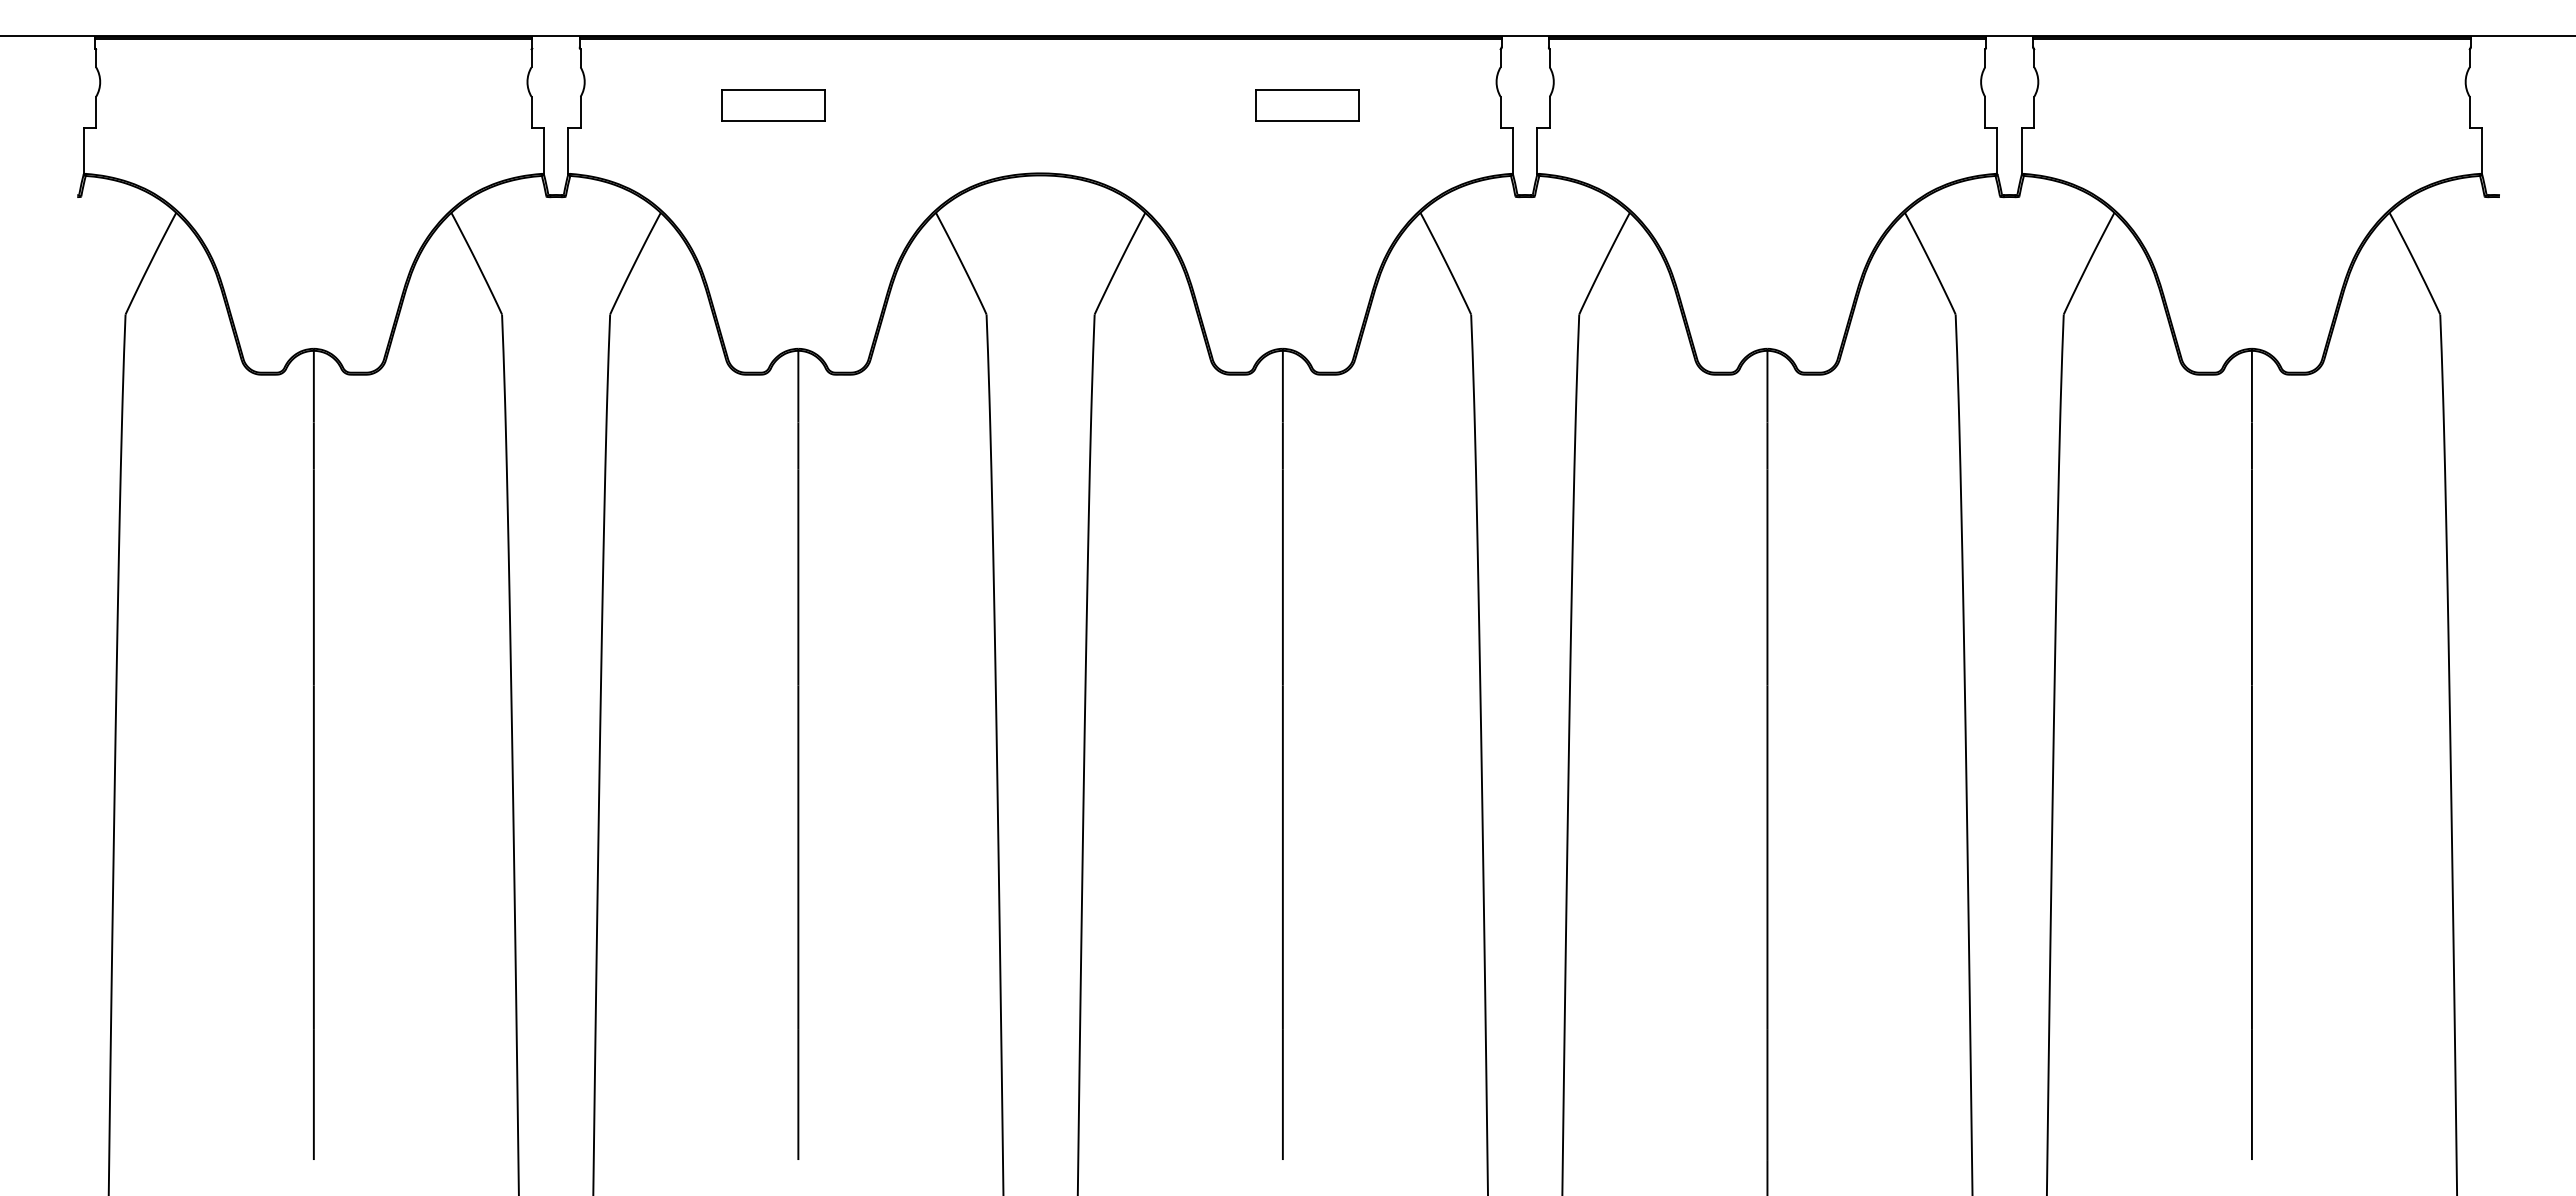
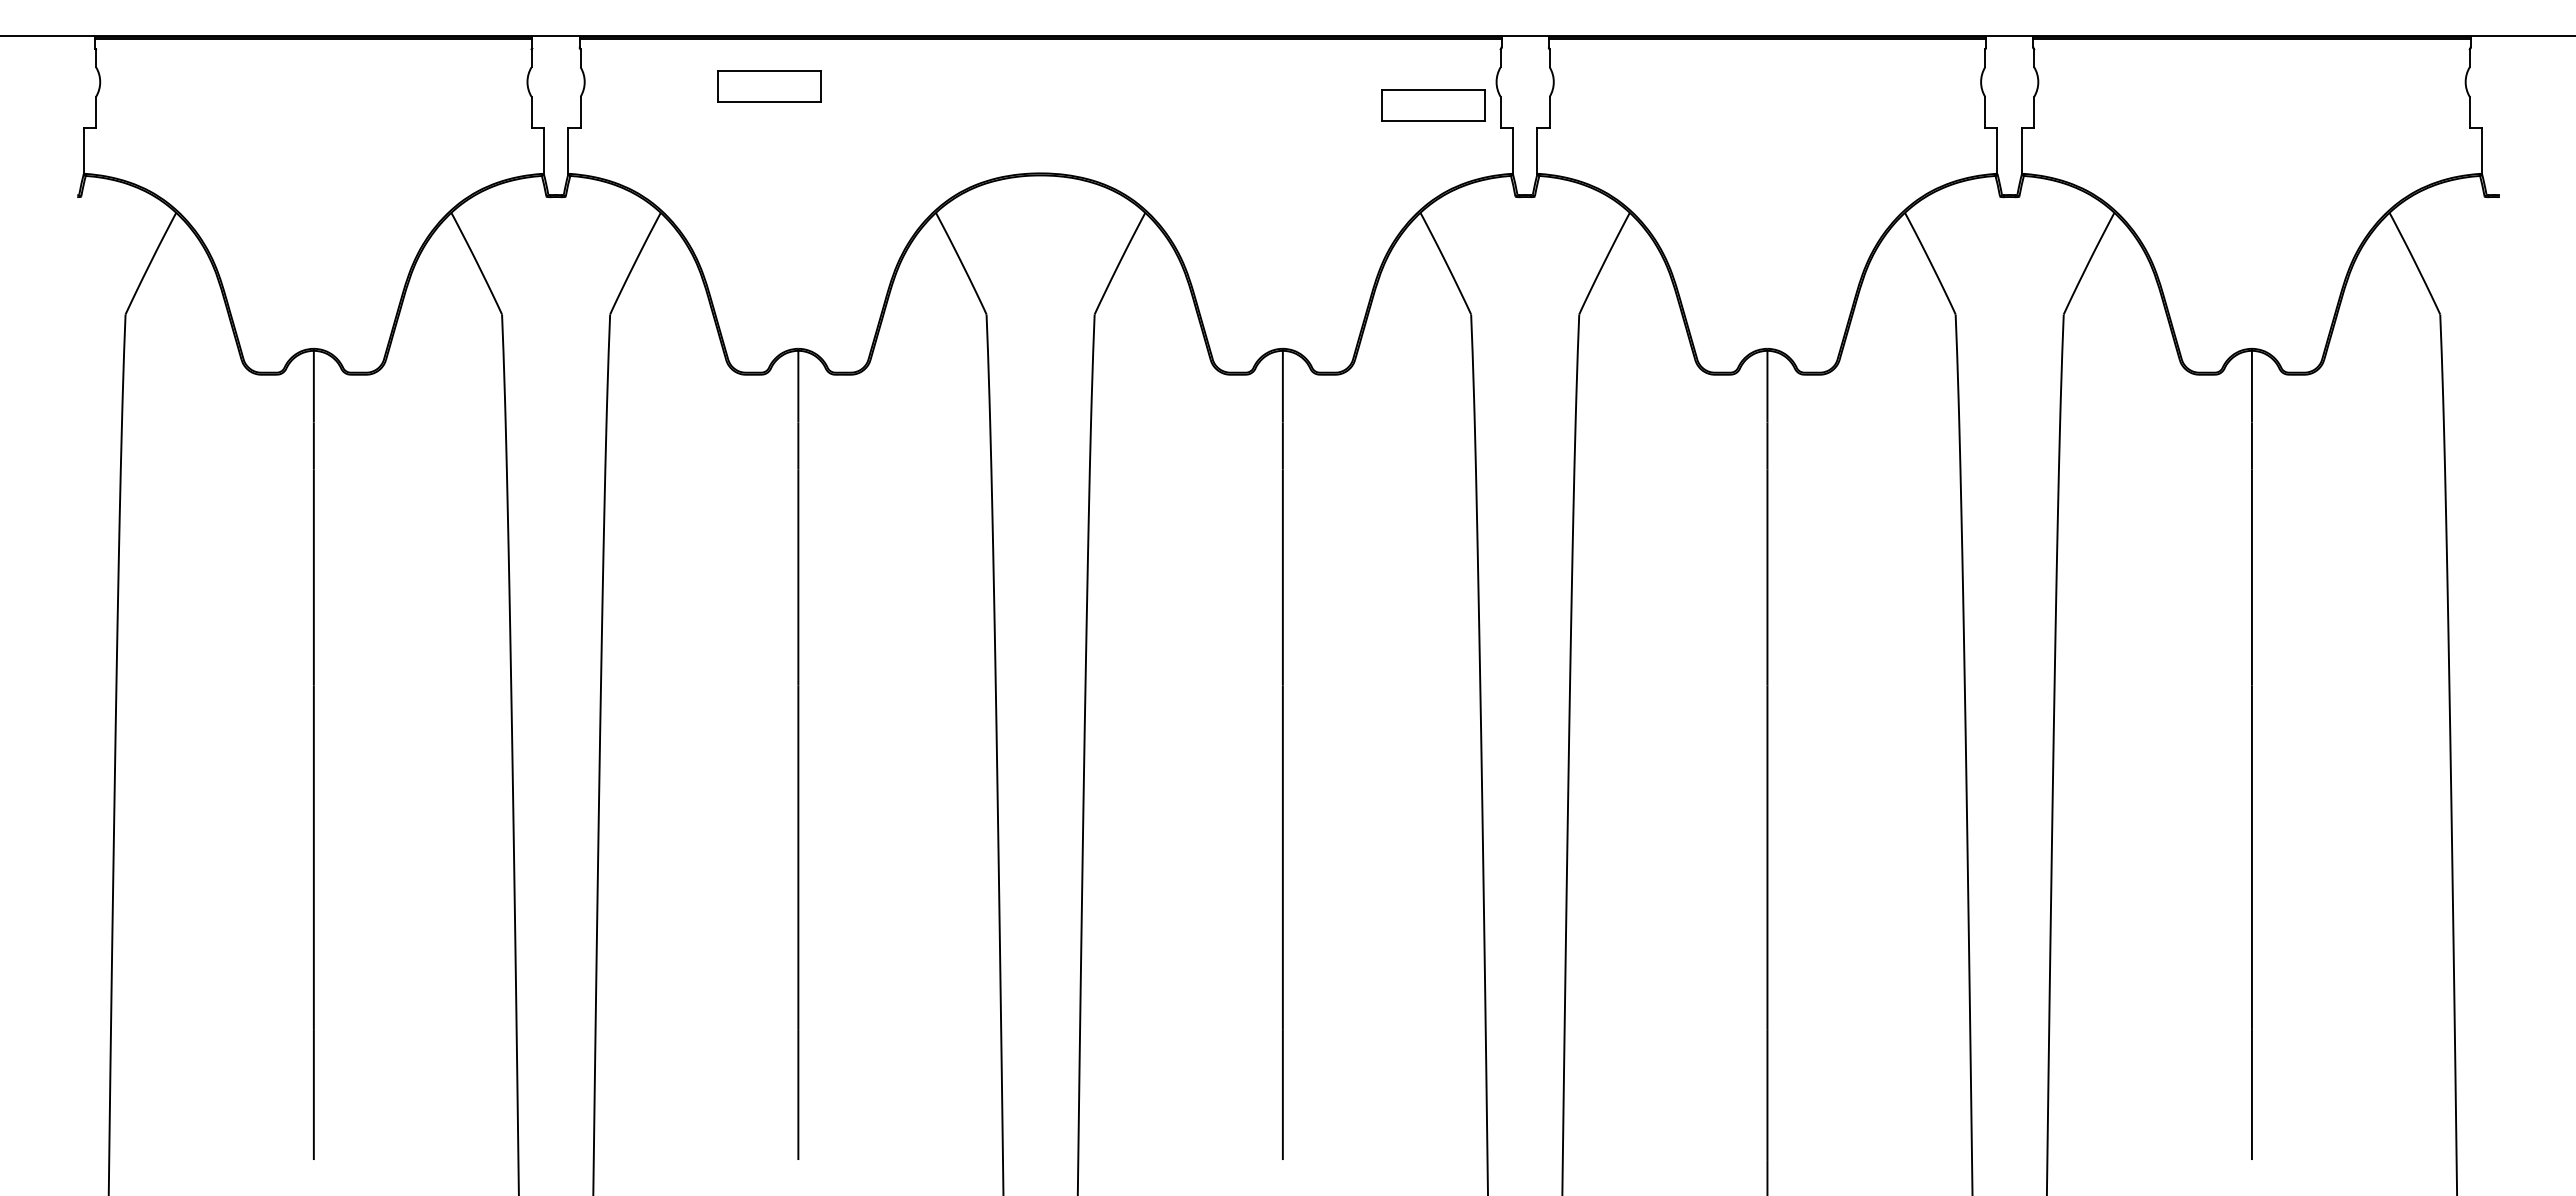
part at (773, 105) position: (773, 105) -> (769, 86)
part at (1307, 105) position: (1307, 105) -> (1433, 105)
